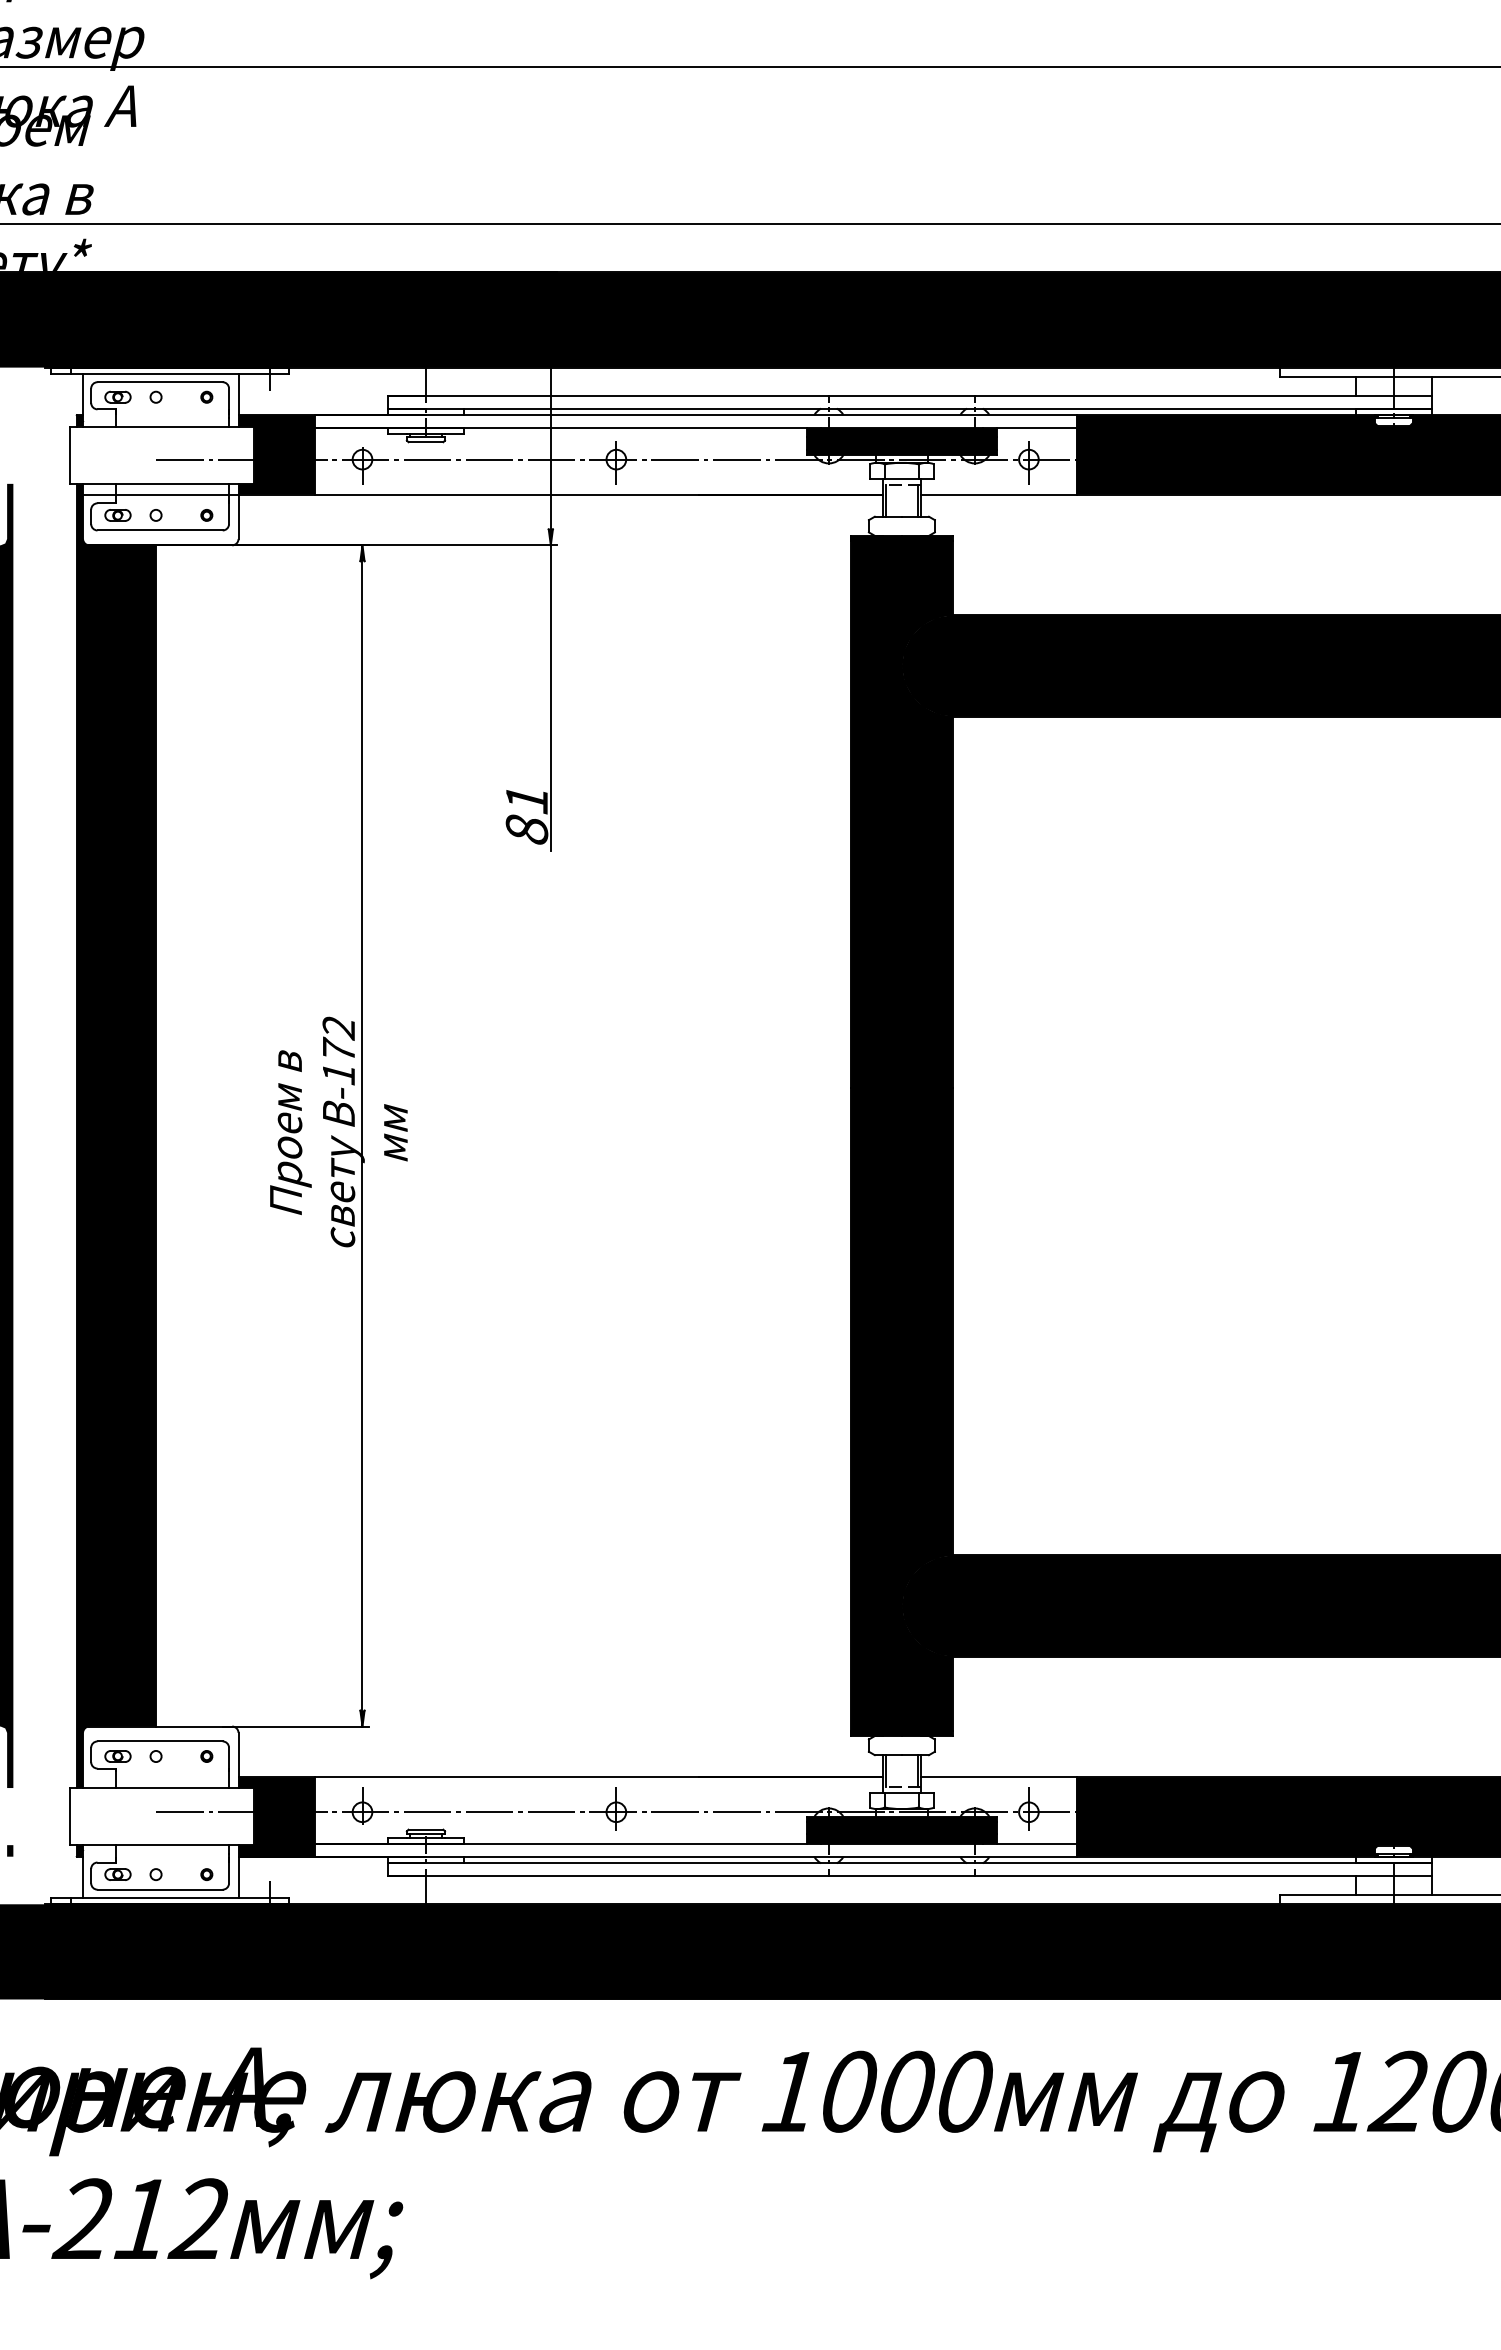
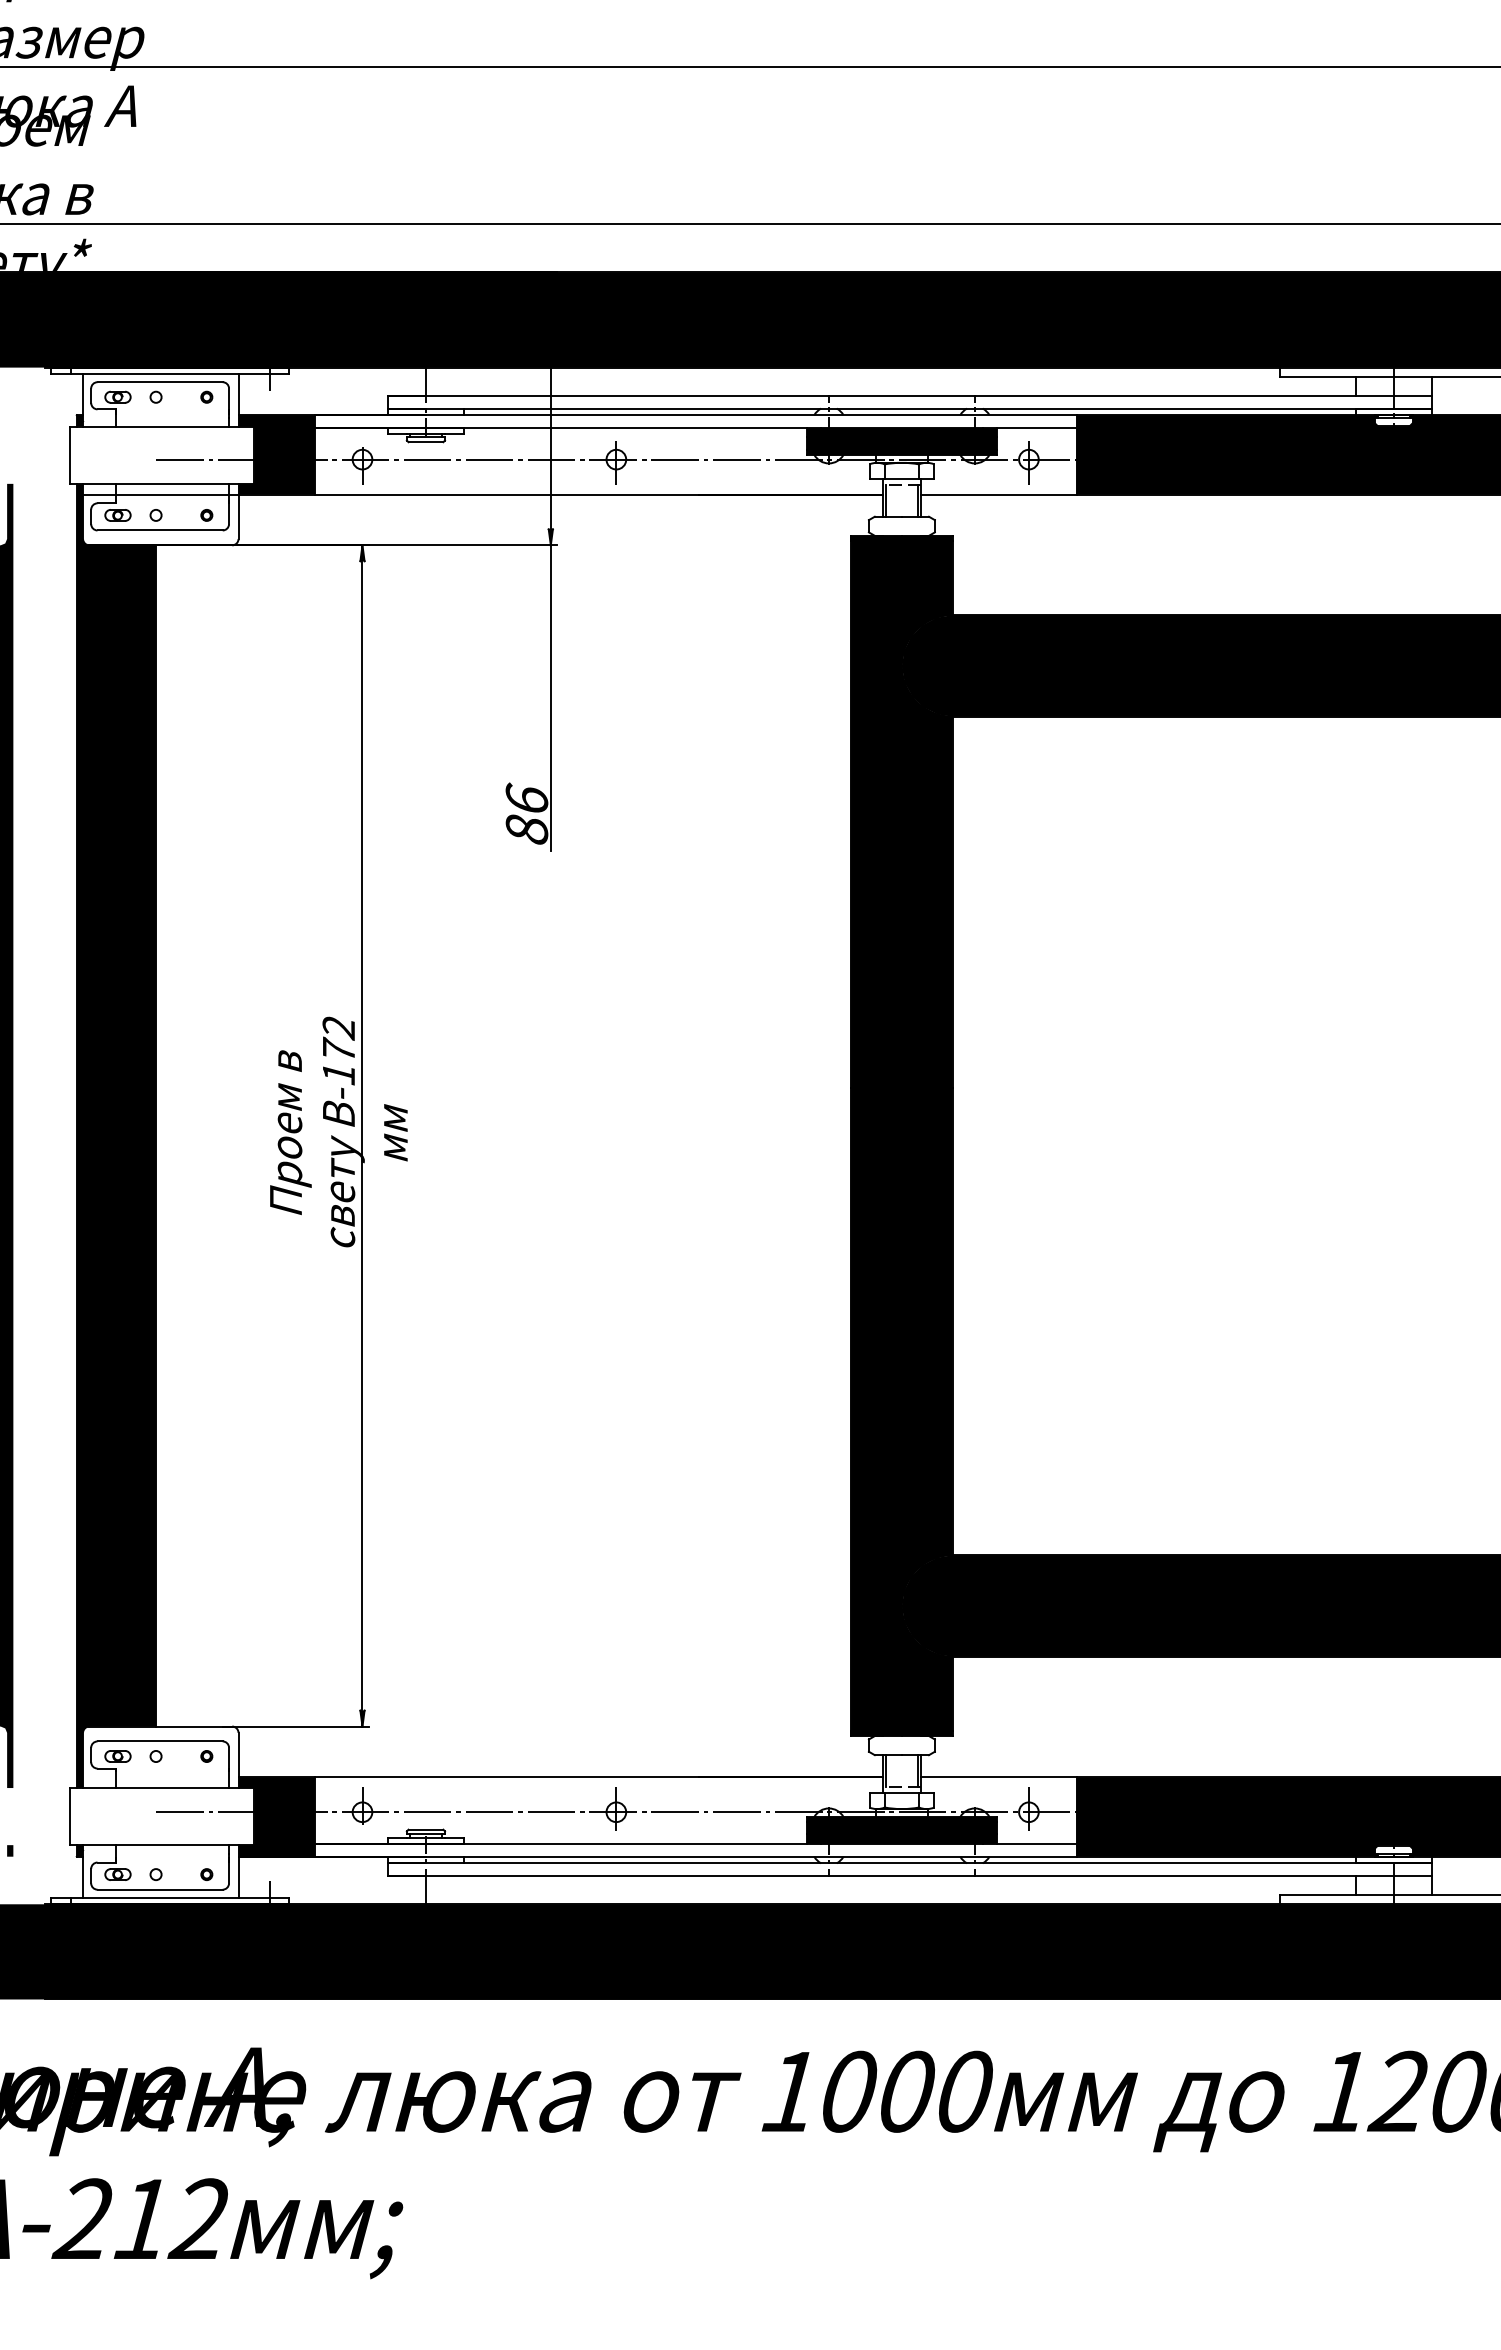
text at (526, 798): 81 -> 86
